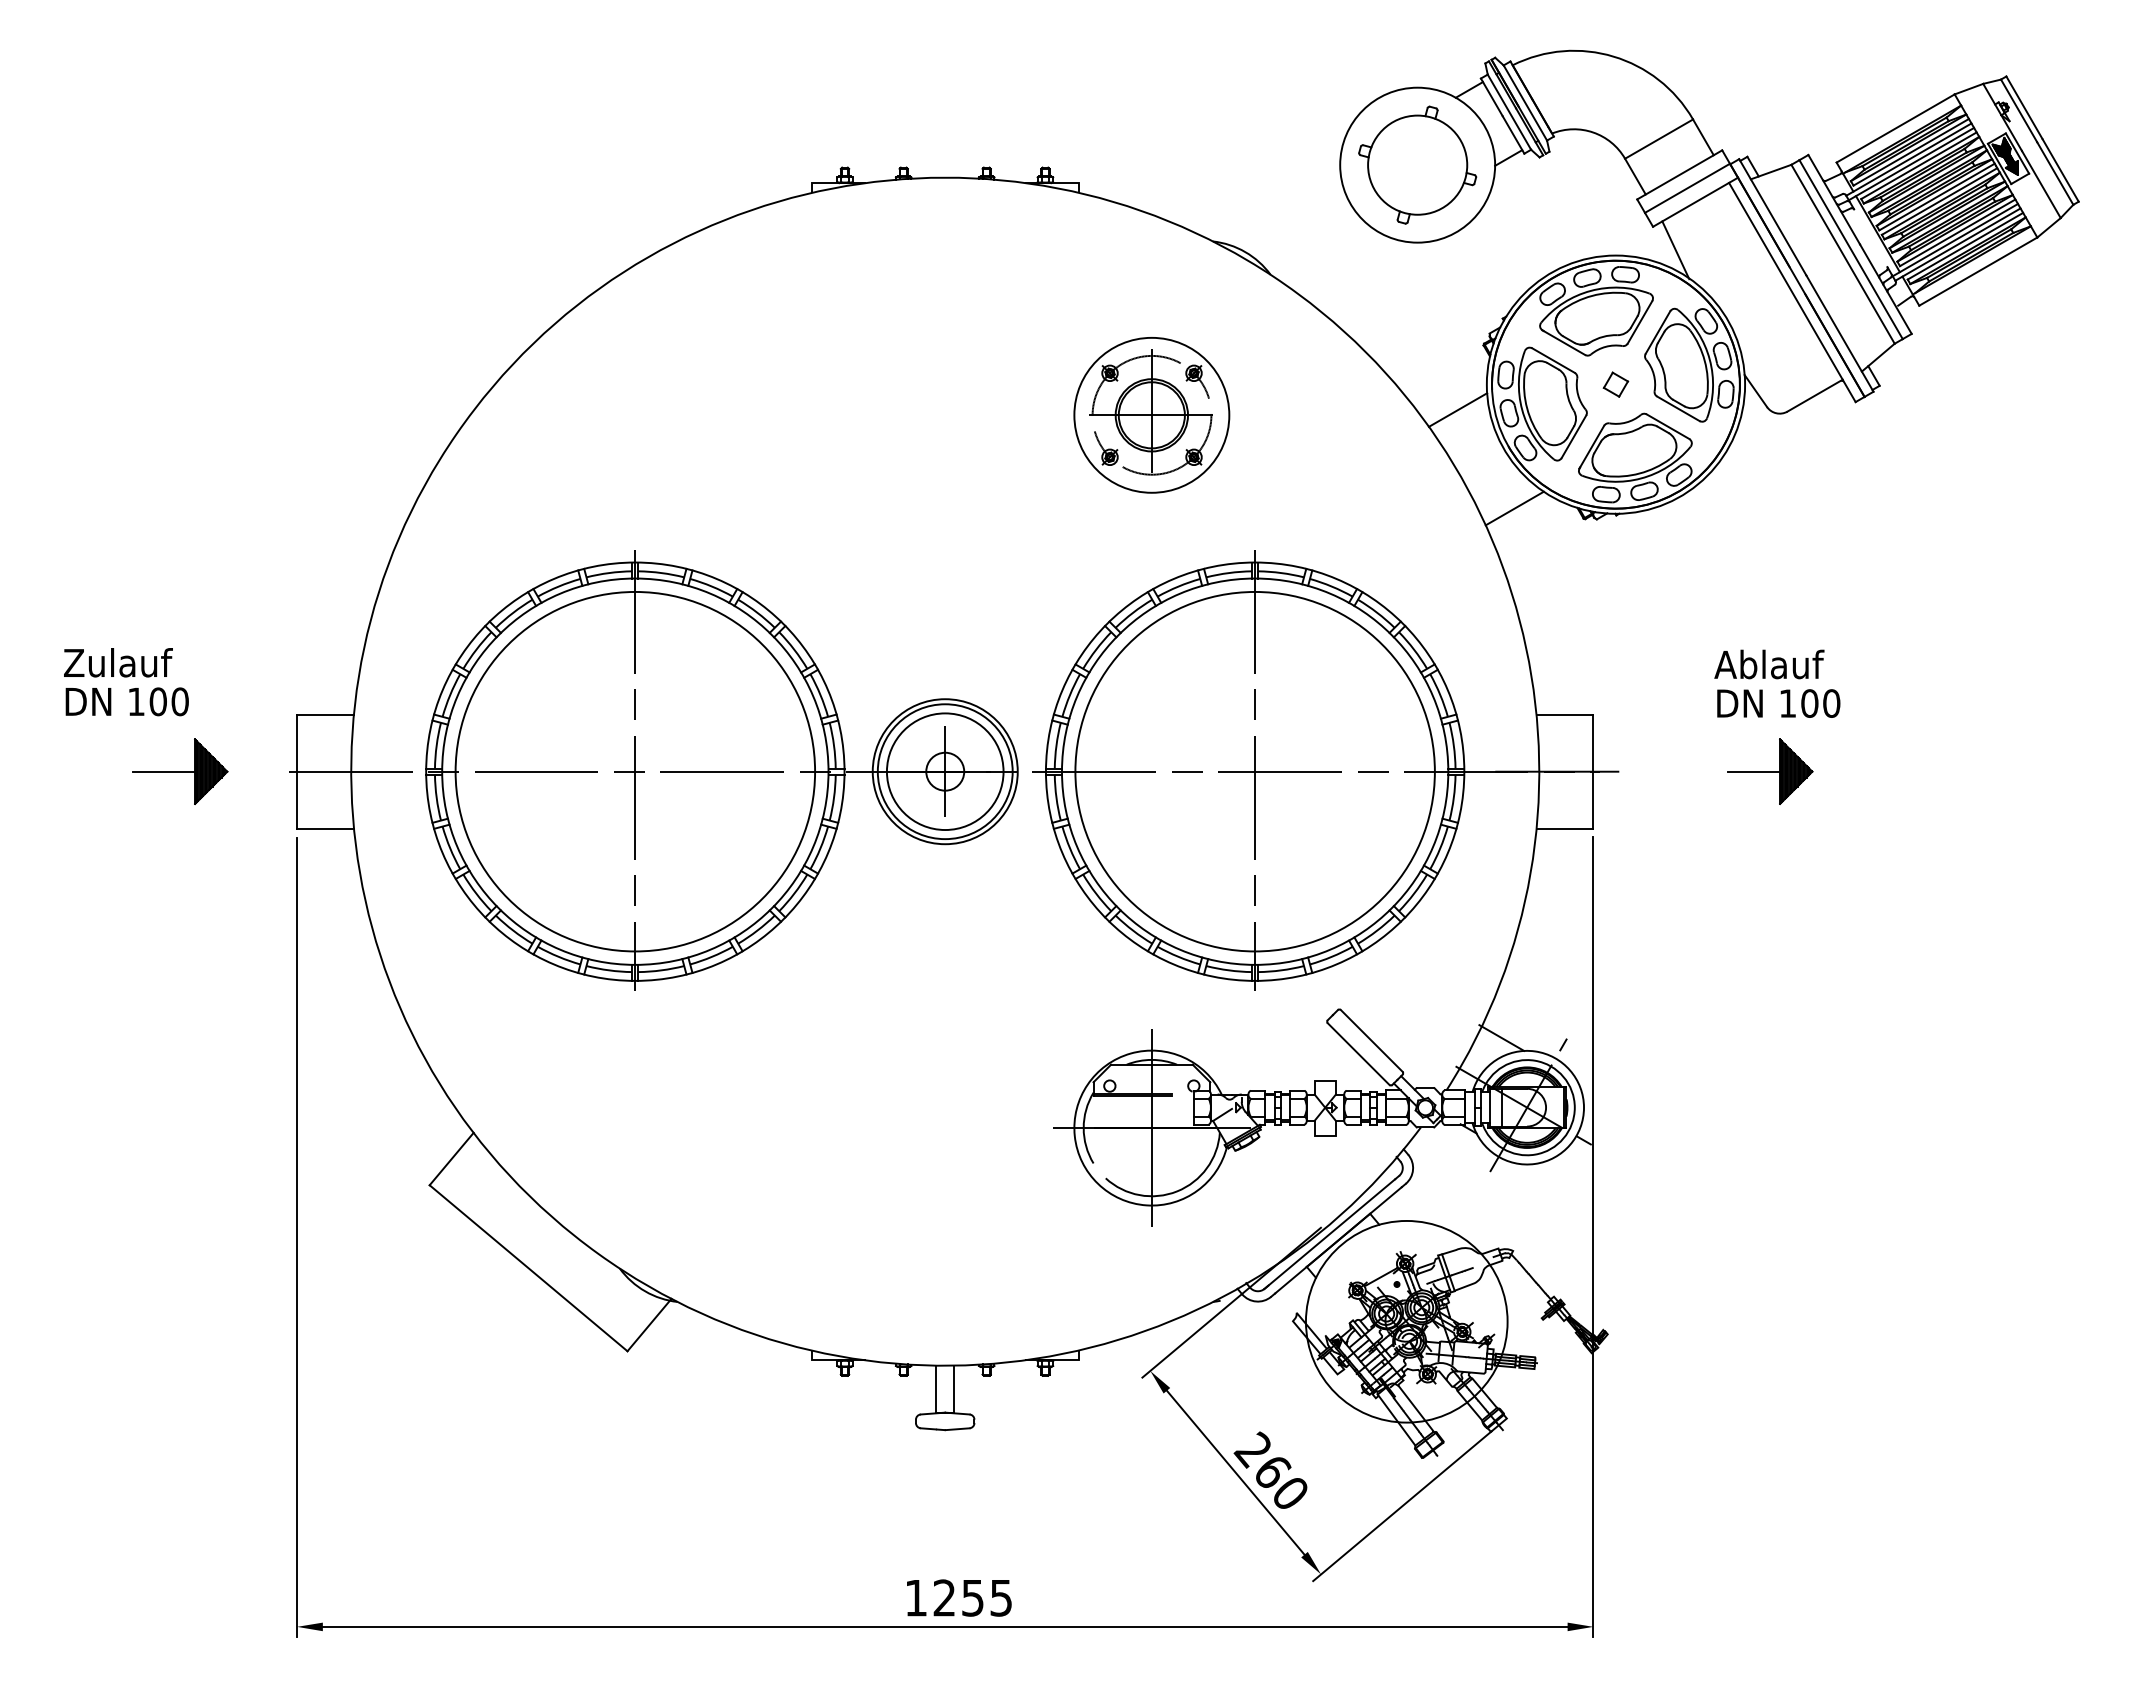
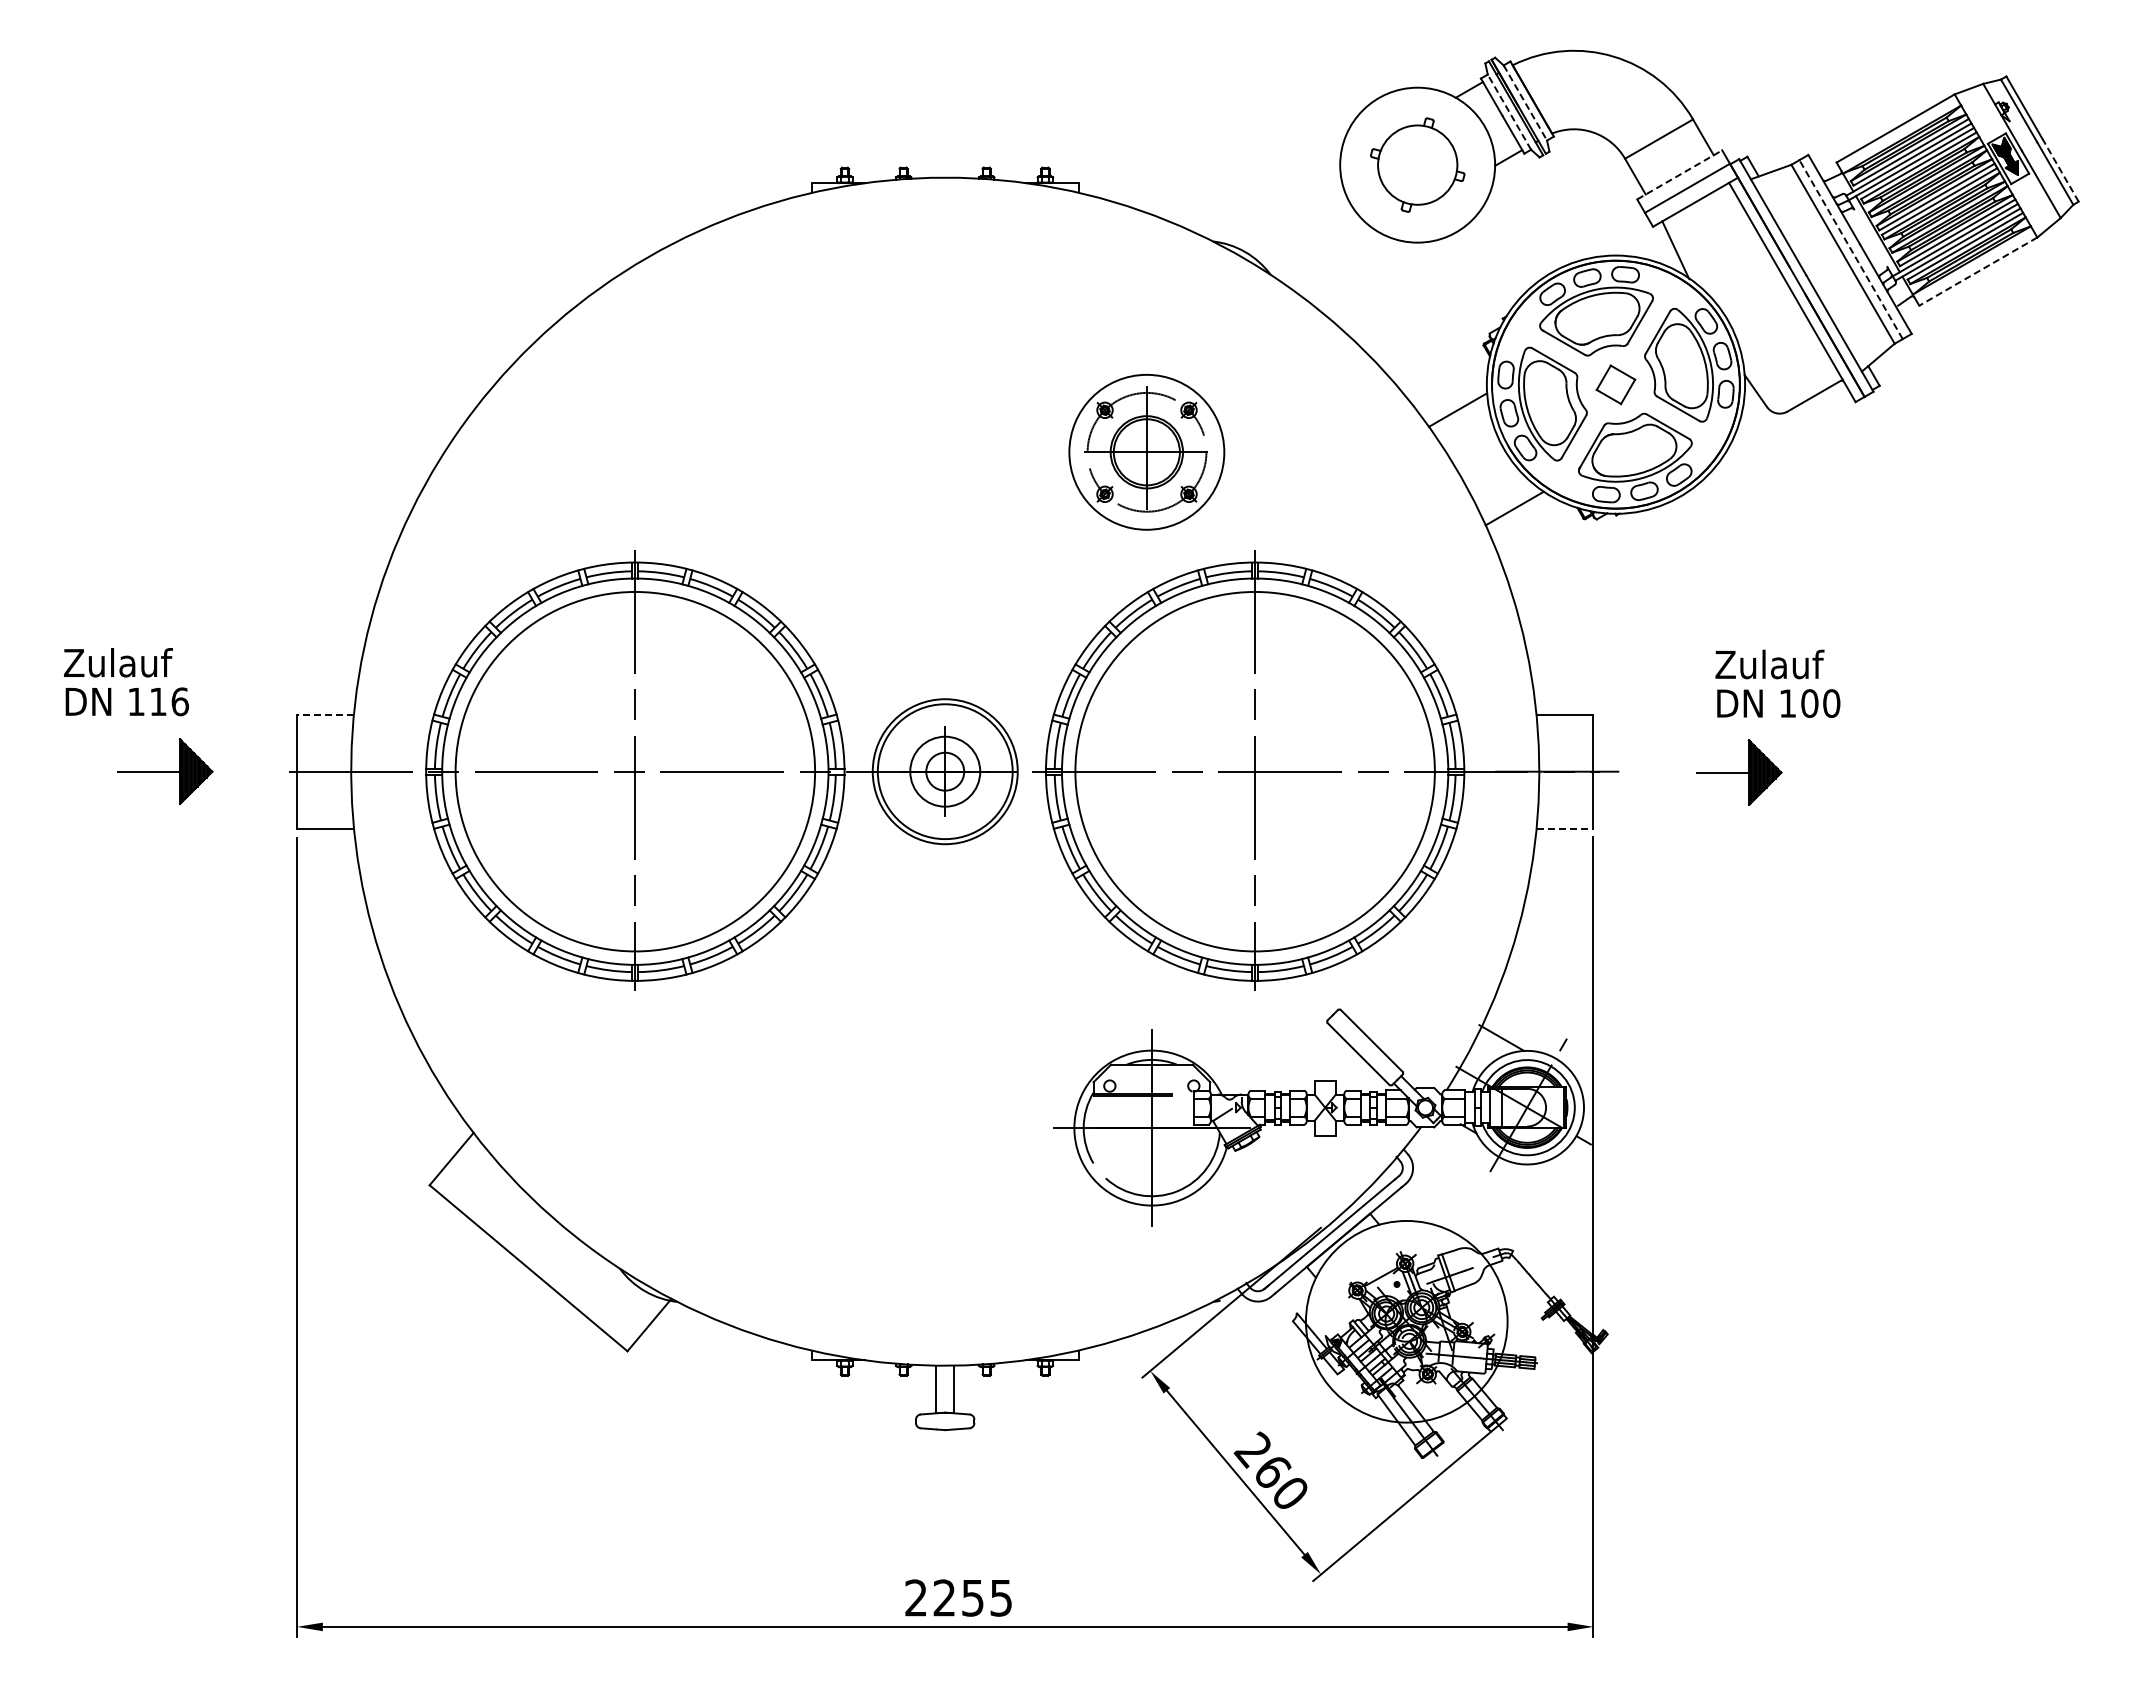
line at (1525, 103): solid -> dashed
line at (1509, 111): solid -> dashed
part at (1417, 164) size: 120x120 px -> 96x96 px
line at (2060, 169): solid -> dashed
line at (1680, 174): solid -> dashed
line at (1850, 249): solid -> dashed
line at (1977, 271): solid -> dashed
part at (1615, 384) size: 28x27 px -> 42x42 px
part at (1151, 415) position: (1151, 415) -> (1146, 452)
text at (1735, 664): Ablauf -> Zulauf
text at (168, 701): 100 -> 116
line at (325, 714): solid -> dashed
part at (180, 771) position: (180, 771) -> (165, 771)
circle at (944, 771) diameter: 117 px -> 70 px
part at (1770, 771) position: (1770, 771) -> (1739, 772)
line at (1565, 828): solid -> dashed
text at (915, 1597): 1255 -> 2255
